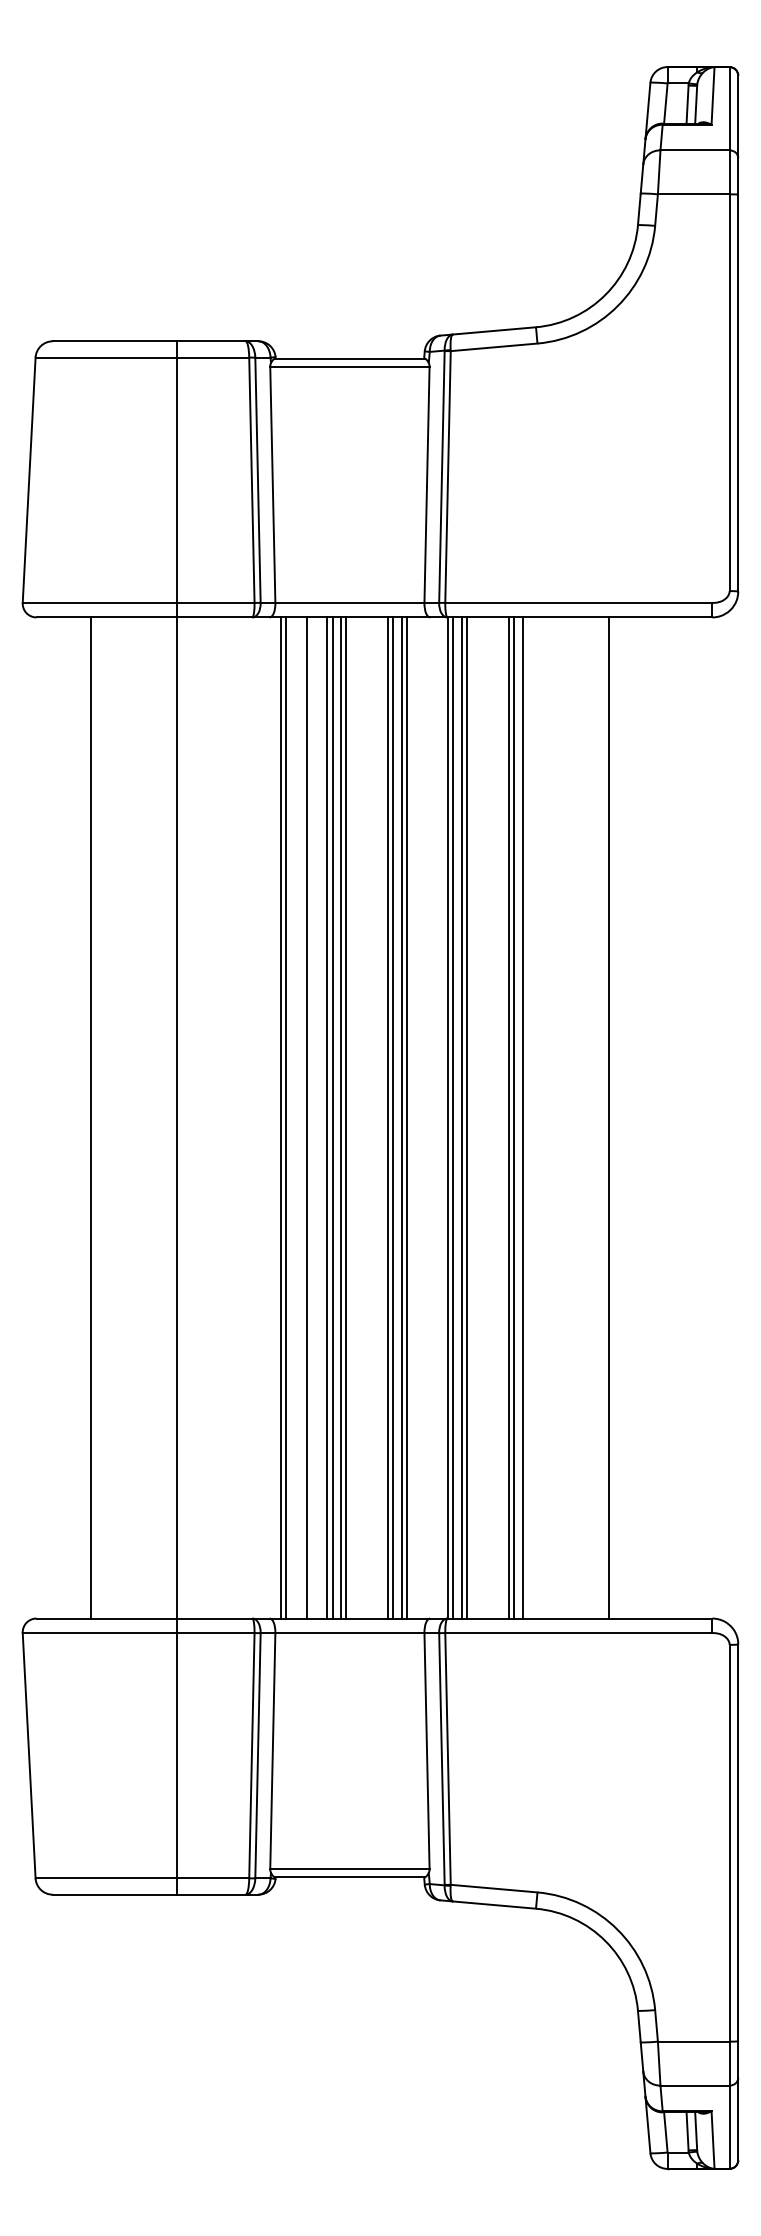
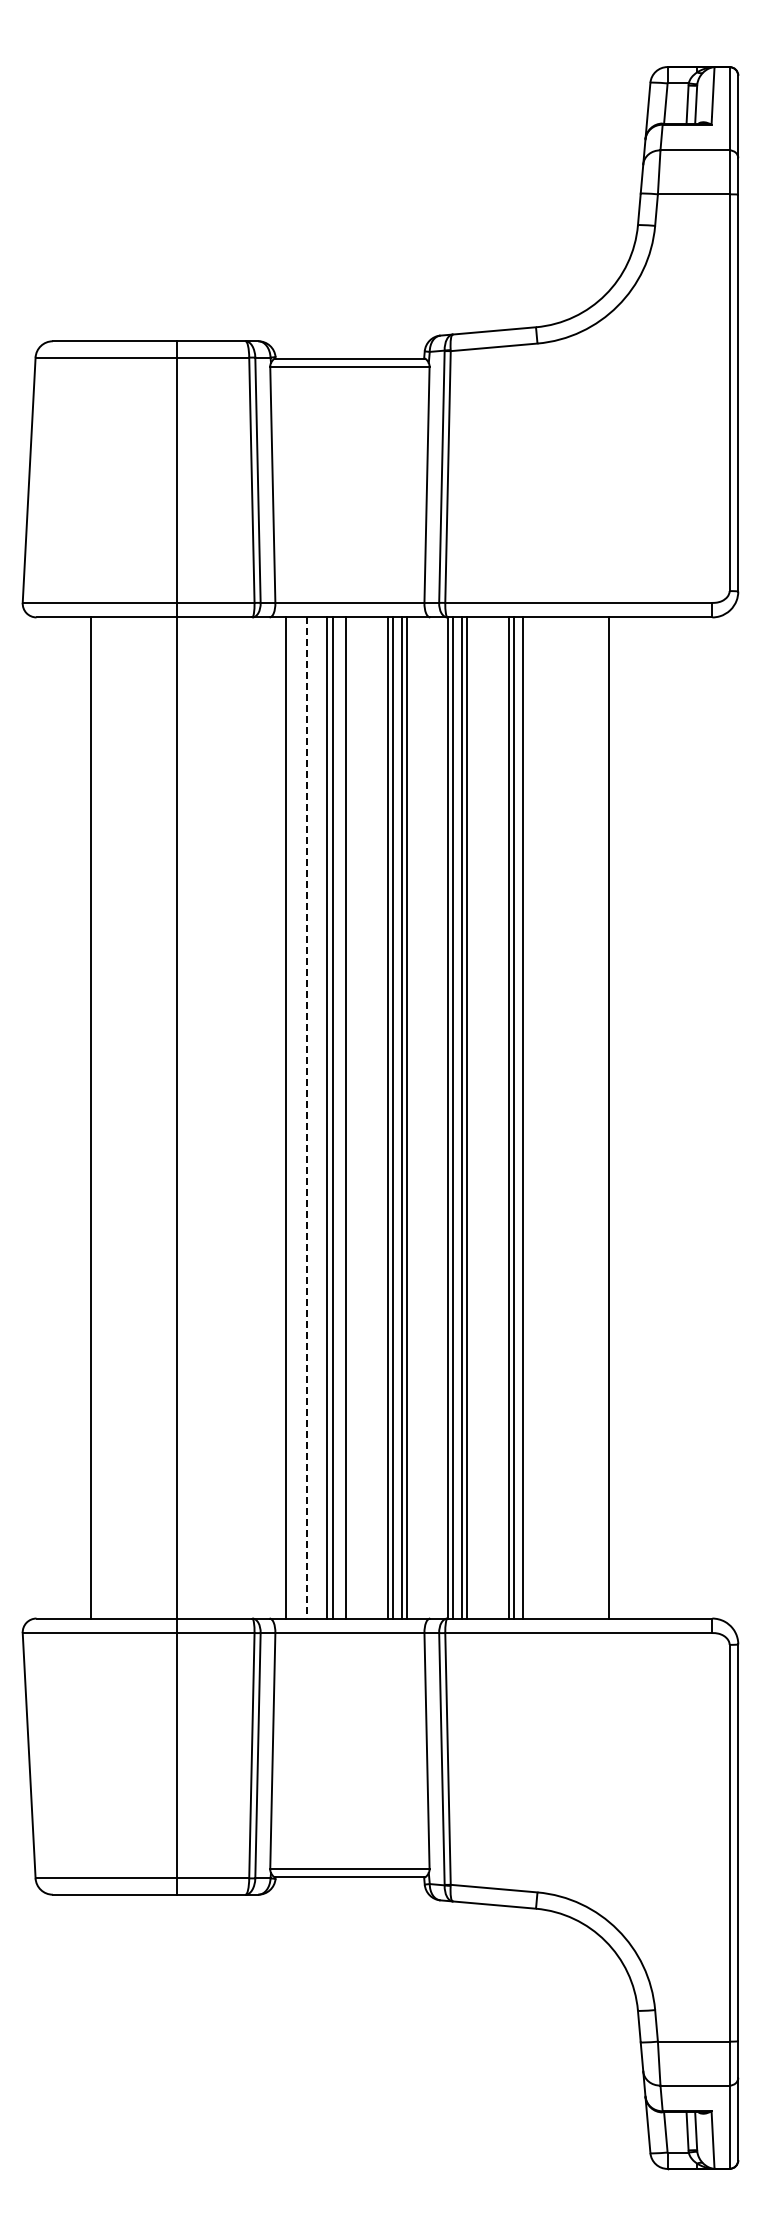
line at (280, 1117): present -> none
line at (341, 1117): present -> none
line at (306, 1118): solid -> dashed
